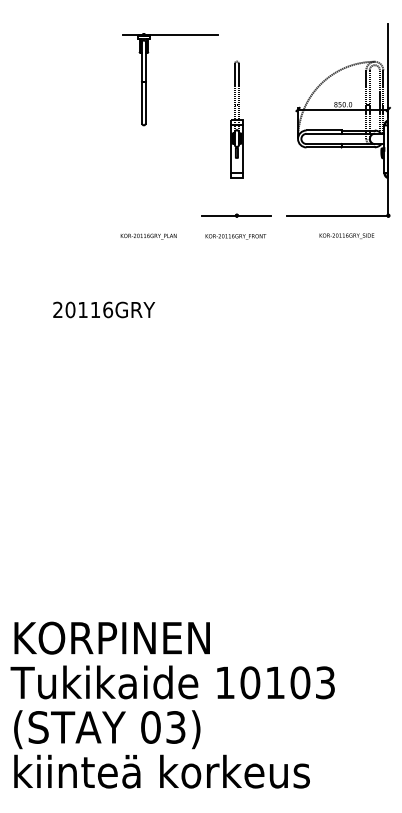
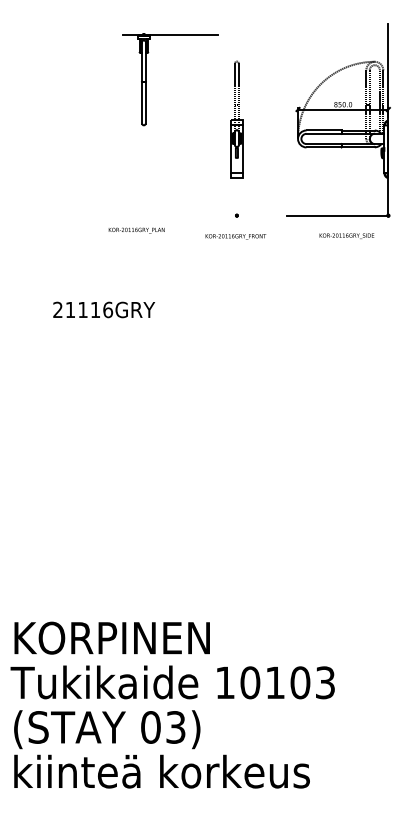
line at (236, 215): present -> none
text at (148, 236) position: (148, 236) -> (136, 230)
text at (70, 309): 20116GRY -> 21116GRY
